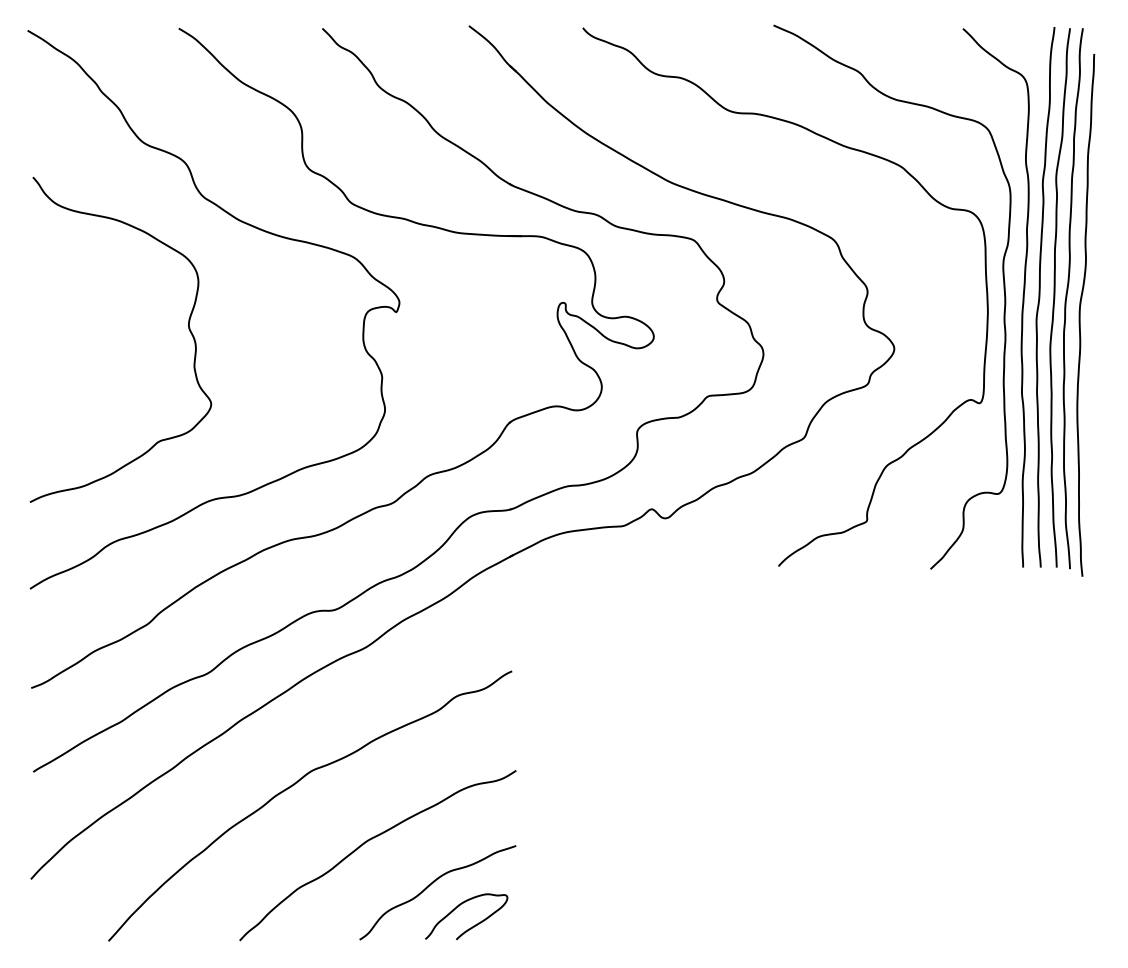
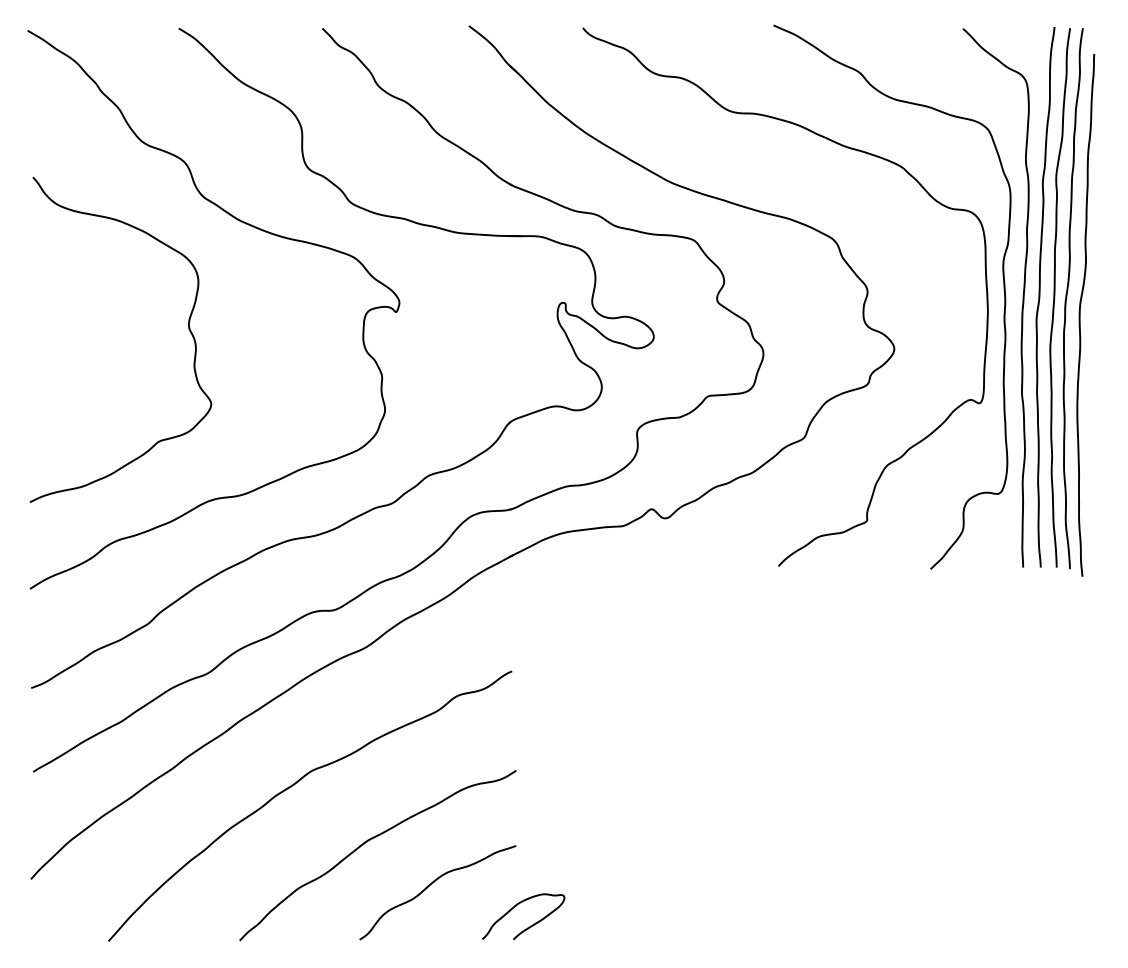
curve at (473, 925) position: (473, 925) -> (530, 925)
